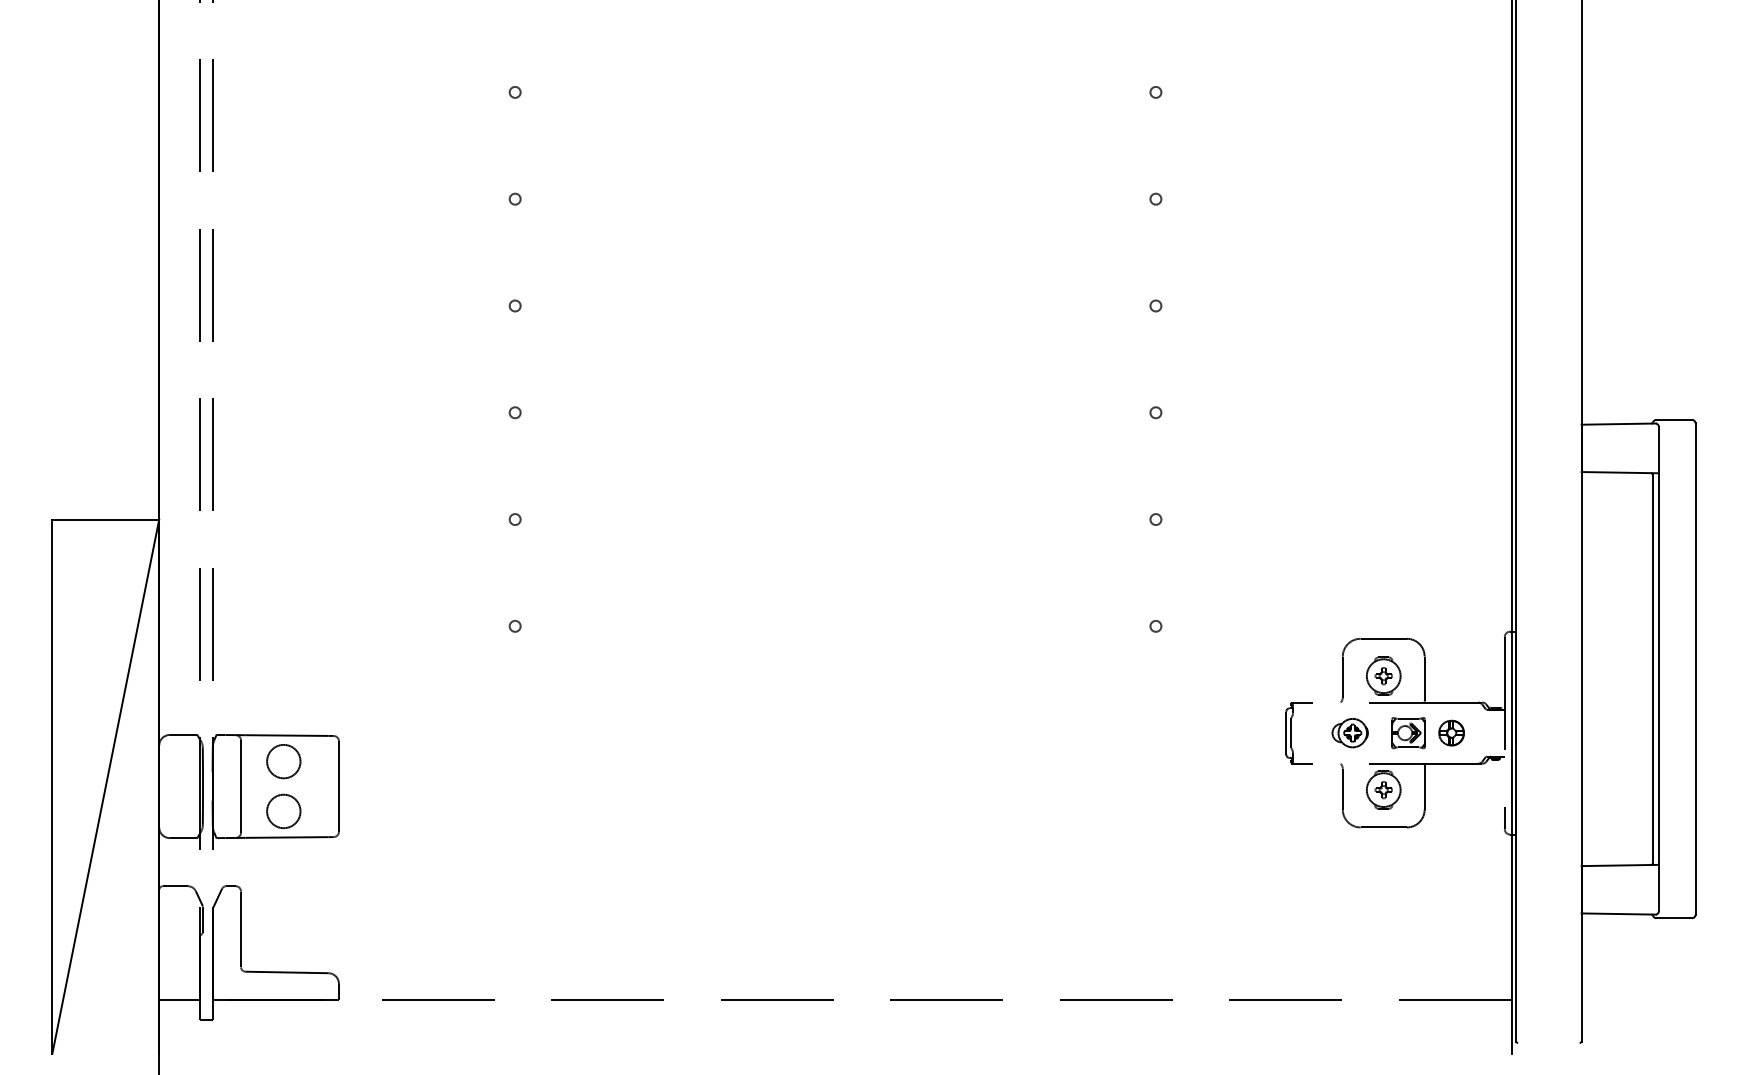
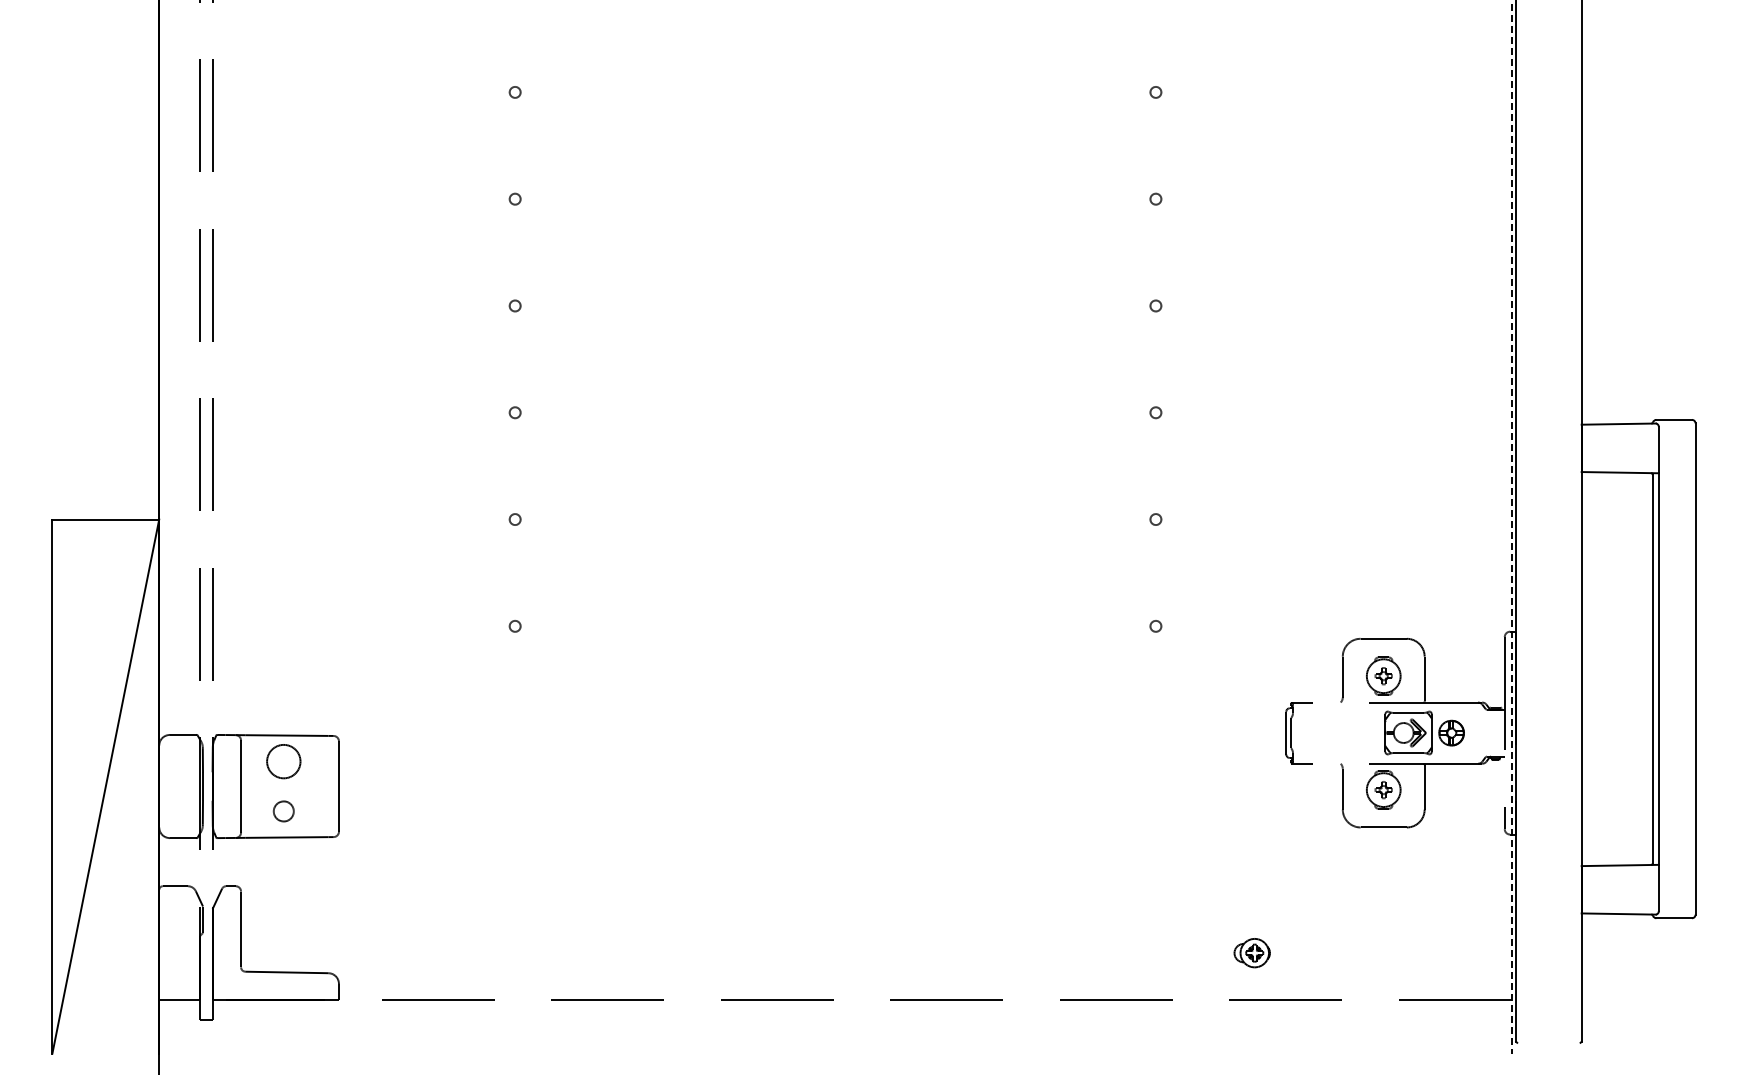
line at (1511, 527): solid -> dashed
part at (1349, 733) position: (1349, 733) -> (1251, 953)
part at (1408, 733) size: 35x33 px -> 49x46 px
circle at (283, 811) diameter: 33 px -> 20 px
